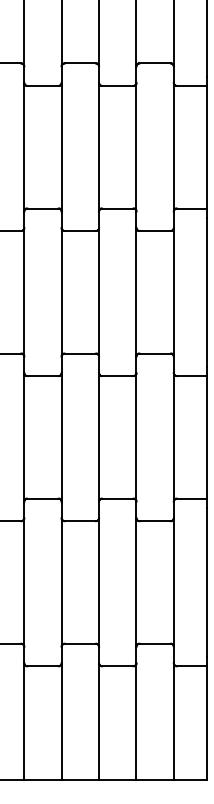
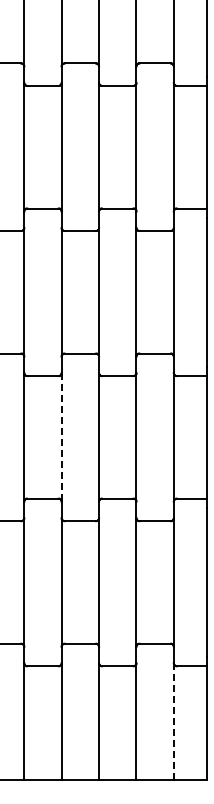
line at (61, 437): solid -> dashed
line at (173, 721): solid -> dashed
